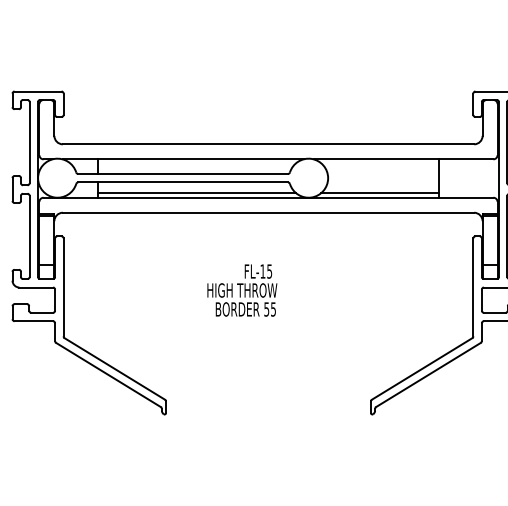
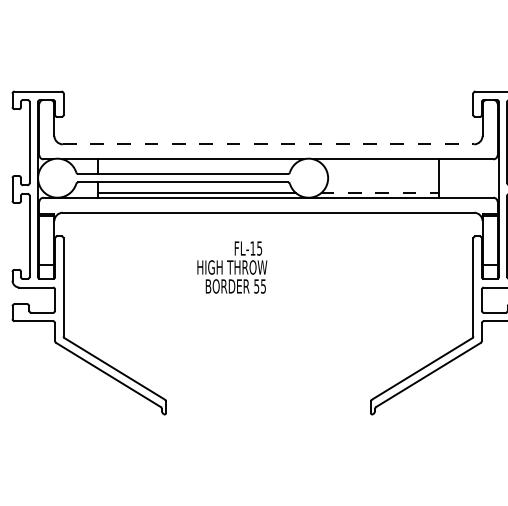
line at (268, 144): solid -> dashed
line at (380, 193): solid -> dashed
text at (242, 290) position: (242, 290) -> (232, 267)
